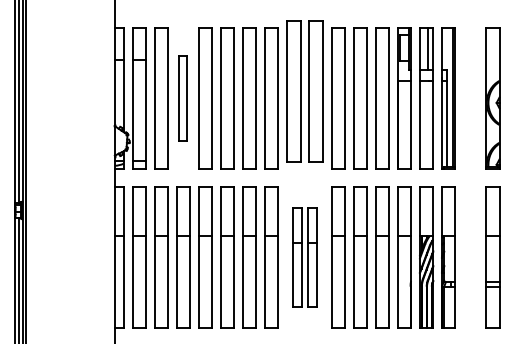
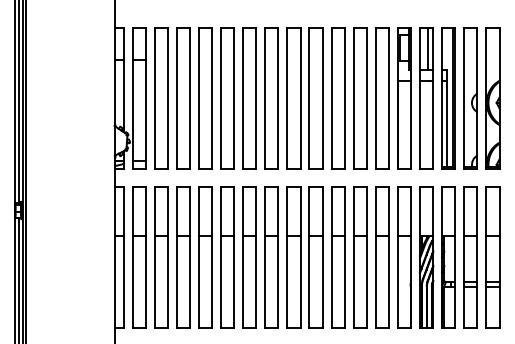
part at (304, 91) position: (304, 91) -> (304, 98)
part at (182, 98) size: 10x87 px -> 15x143 px
part at (470, 98): none -> present
part at (304, 257) size: 26x101 px -> 38x143 px
part at (470, 257): none -> present
